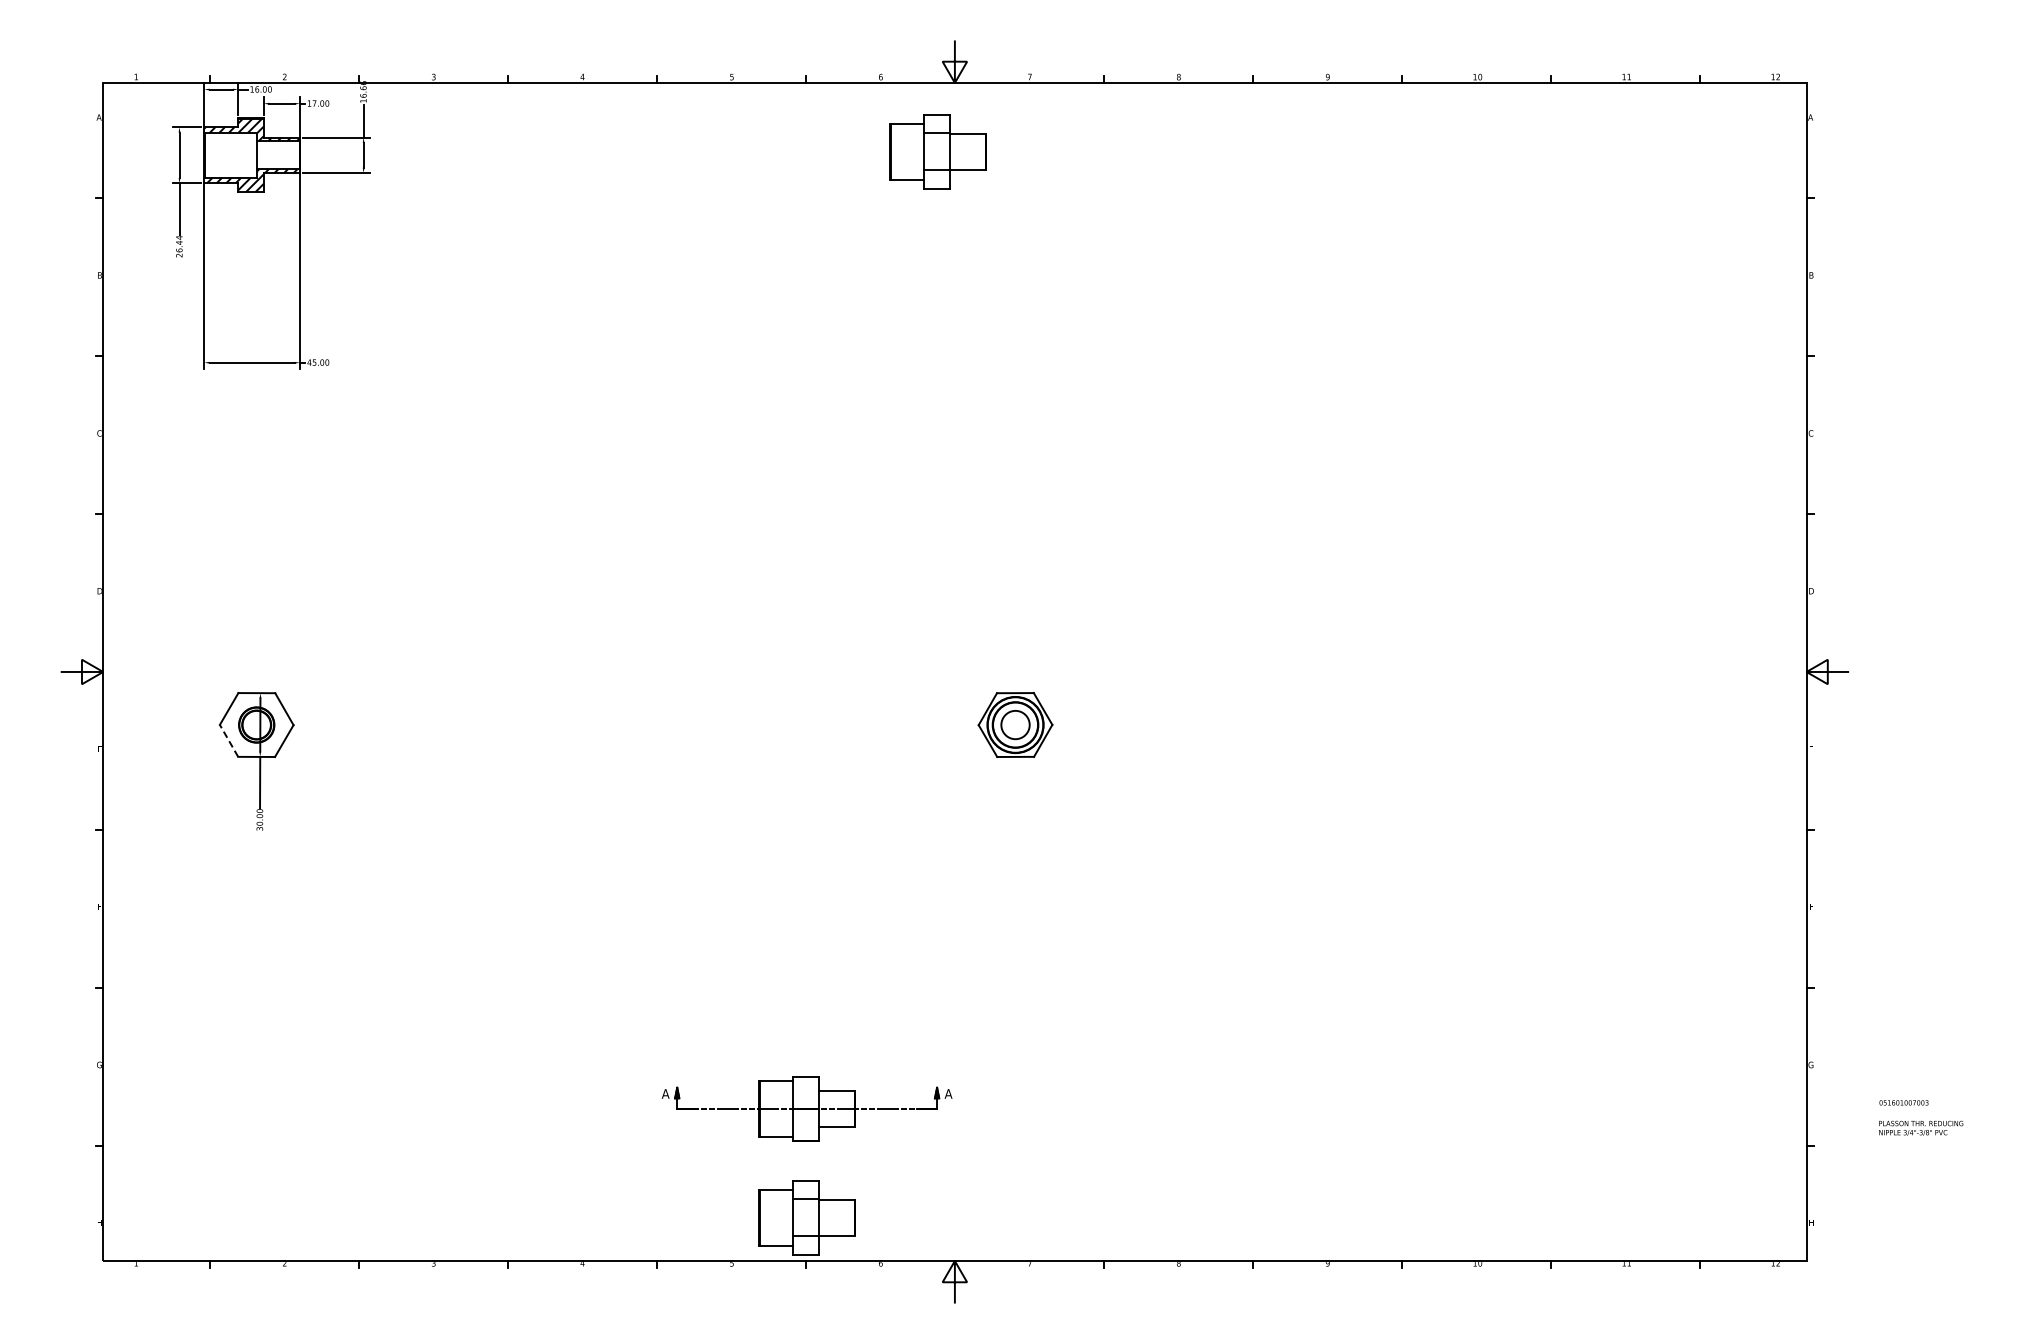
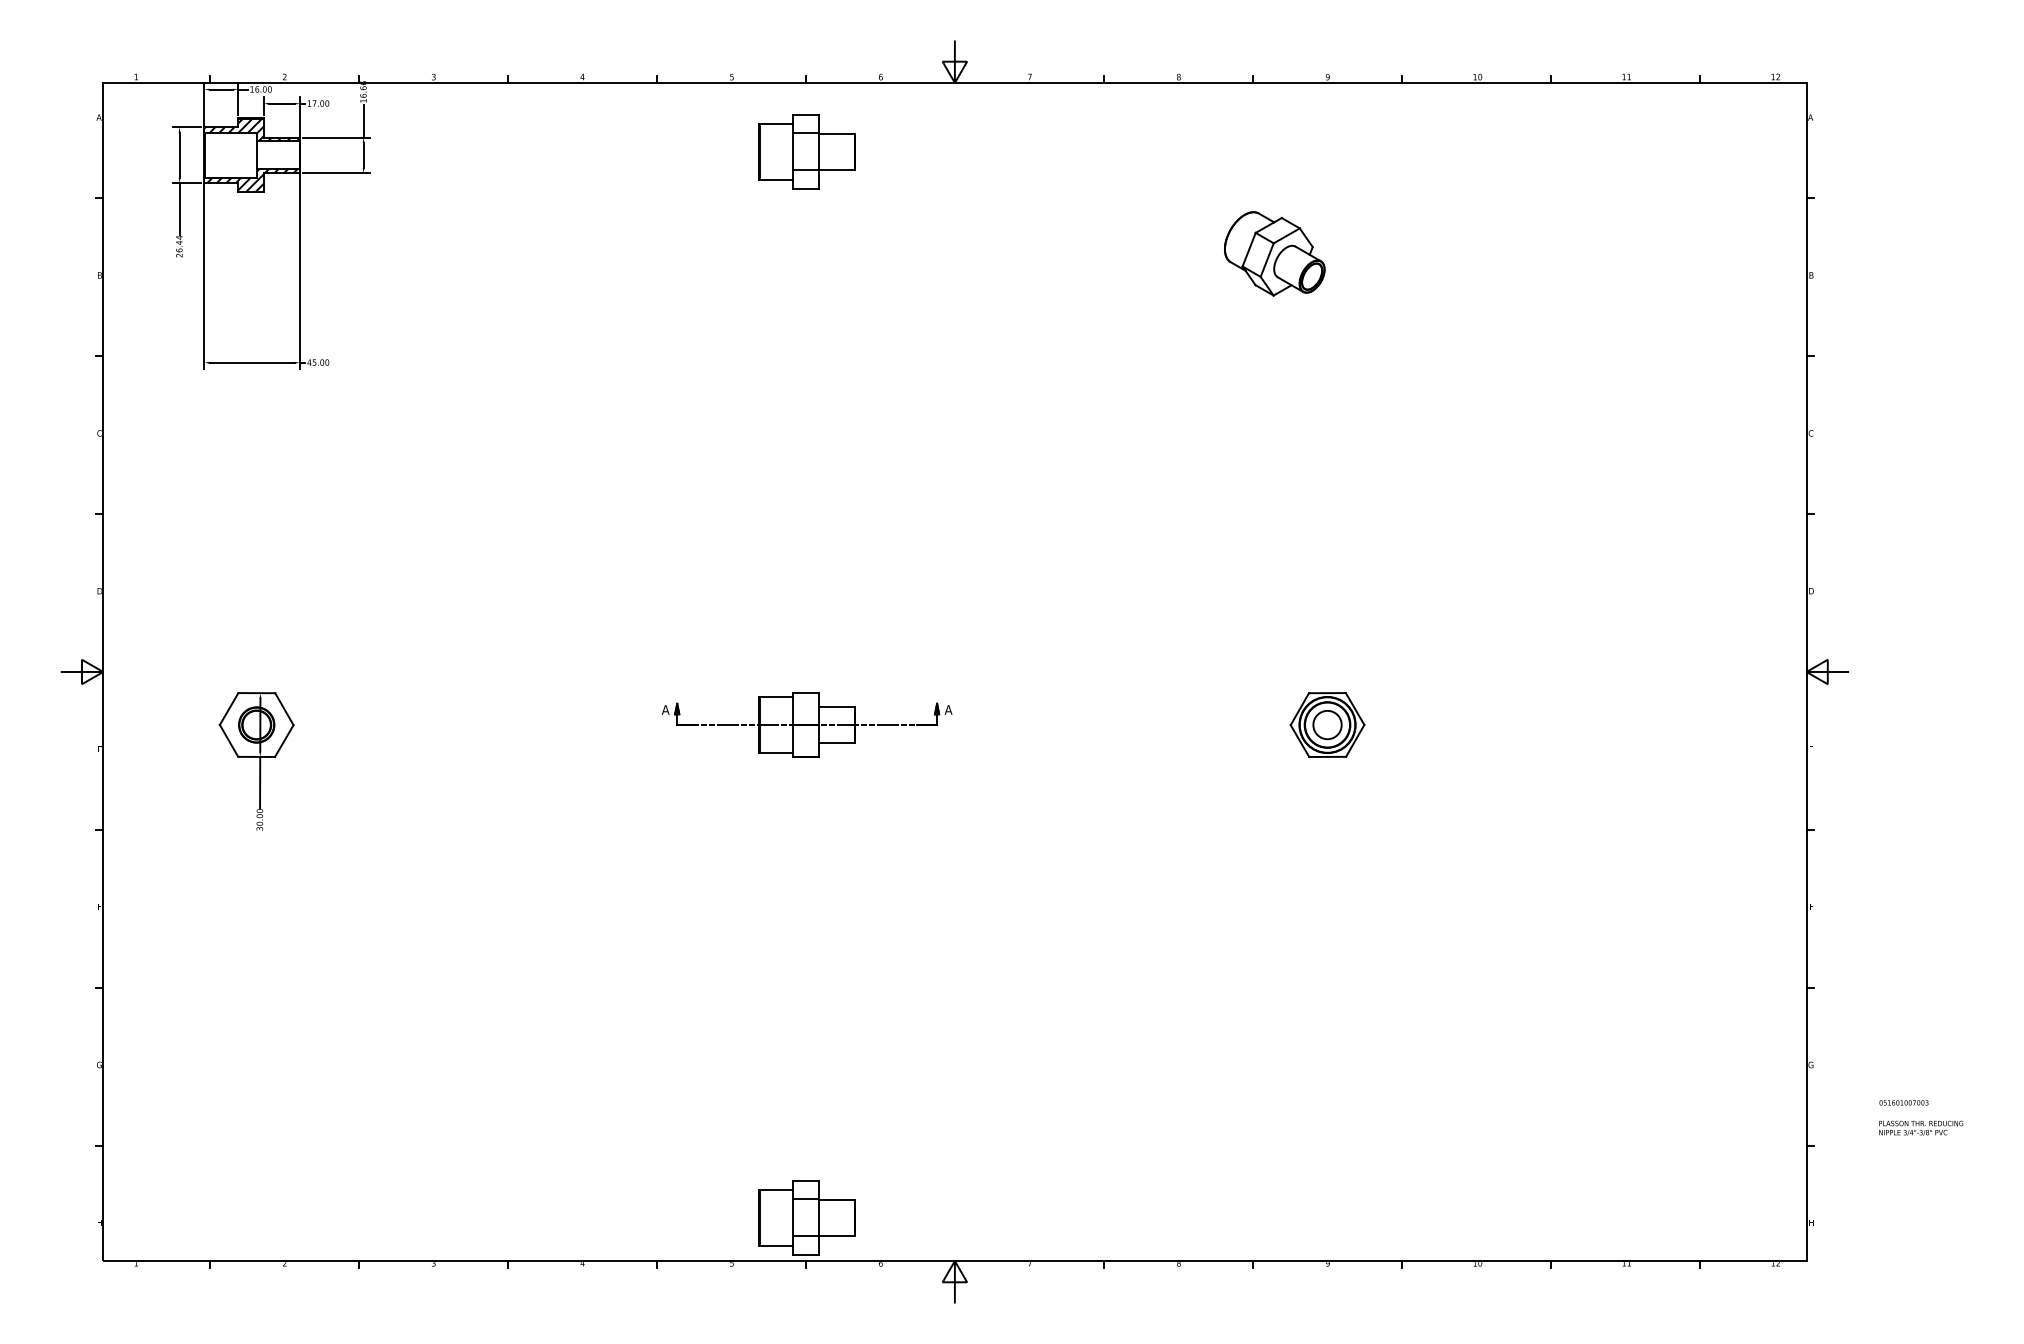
part at (937, 151) position: (937, 151) -> (806, 151)
part at (1274, 253): none -> present
part at (1015, 724) position: (1015, 724) -> (1327, 724)
line at (228, 740): dashed -> solid
part at (806, 1108) position: (806, 1108) -> (806, 724)
